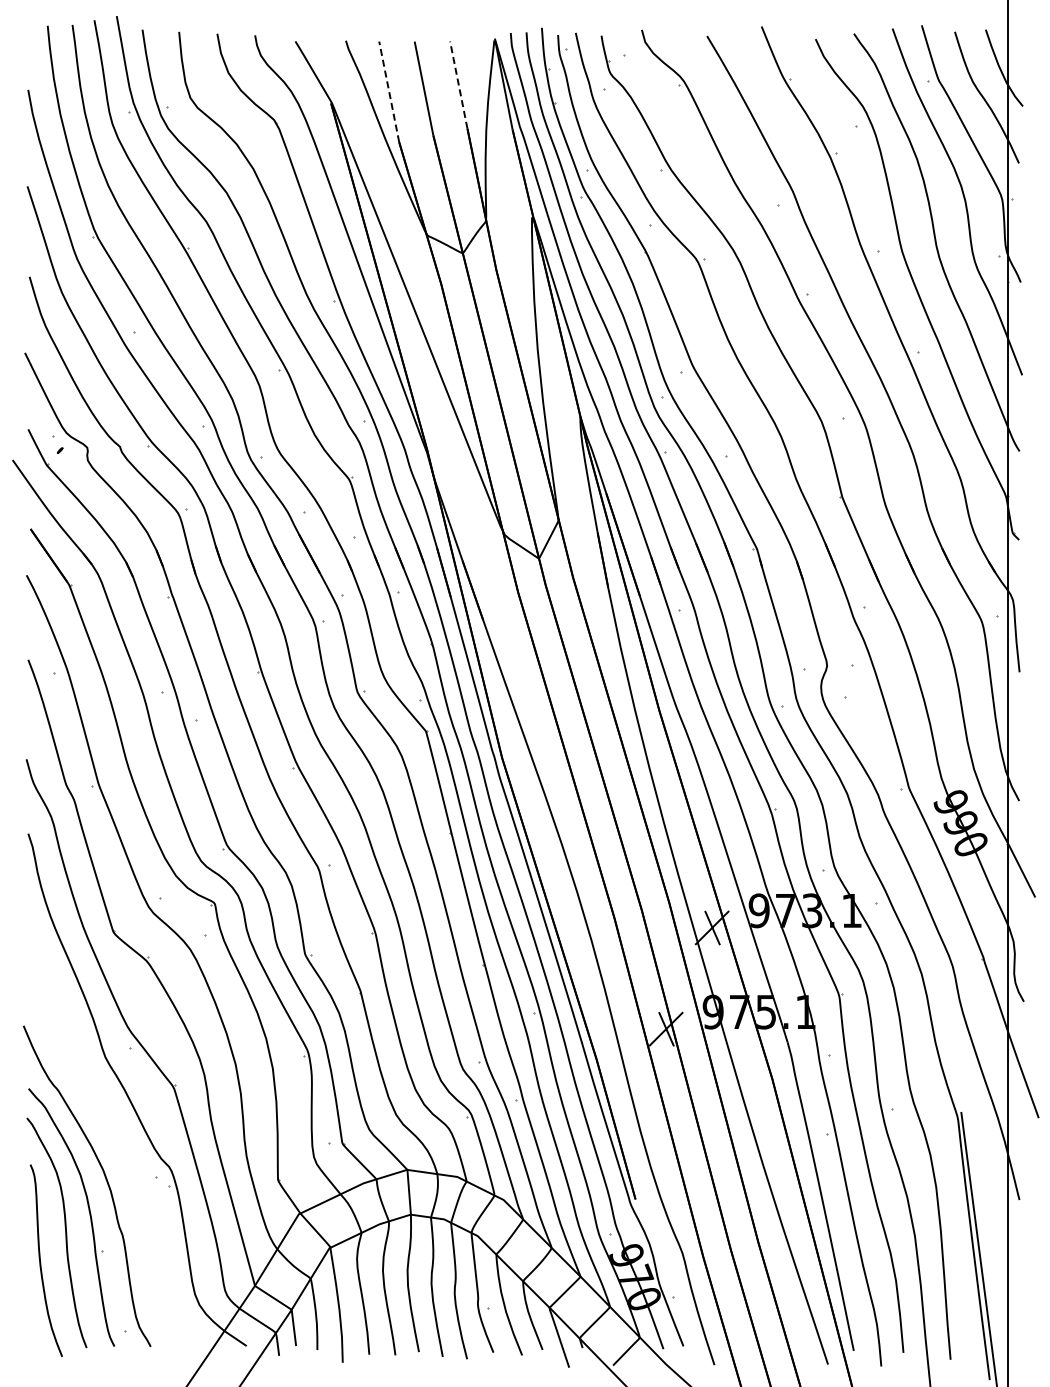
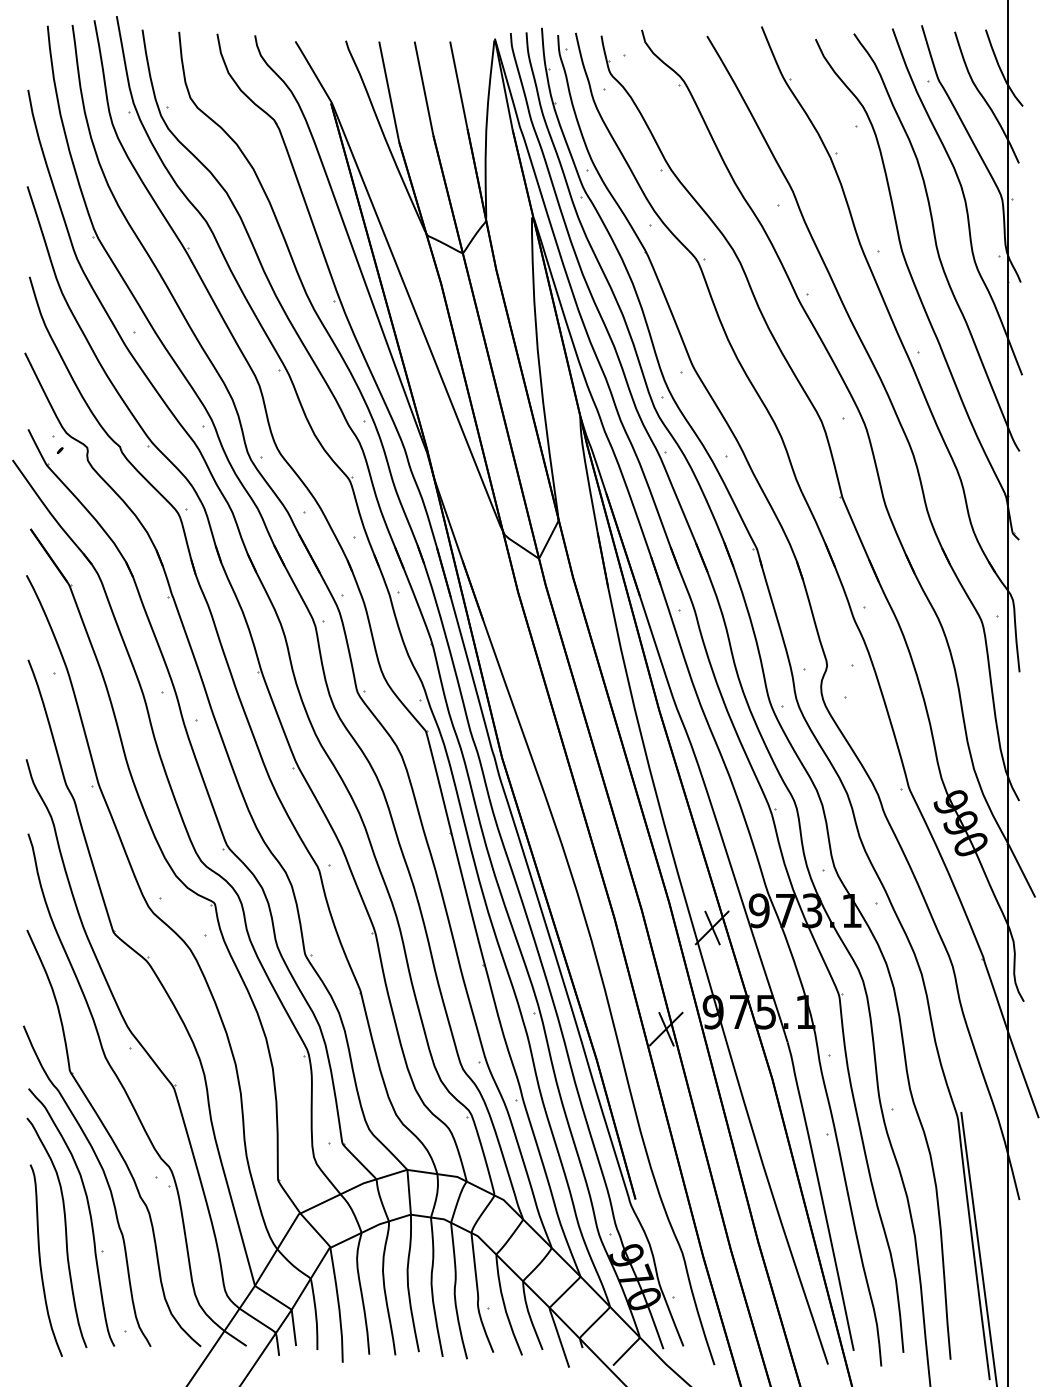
line at (458, 84): dashed -> solid
line at (389, 91): dashed -> solid
part at (113, 1138): none -> present
